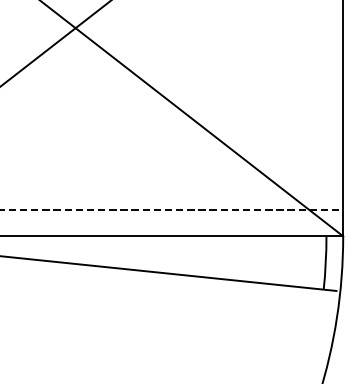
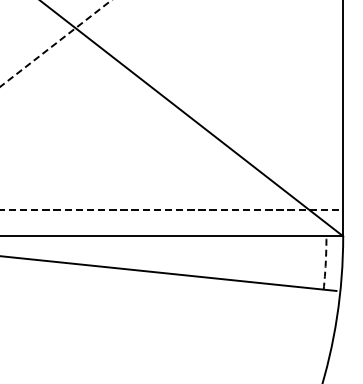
line at (55, 43): solid -> dashed
arc at (325, 263): solid -> dashed
